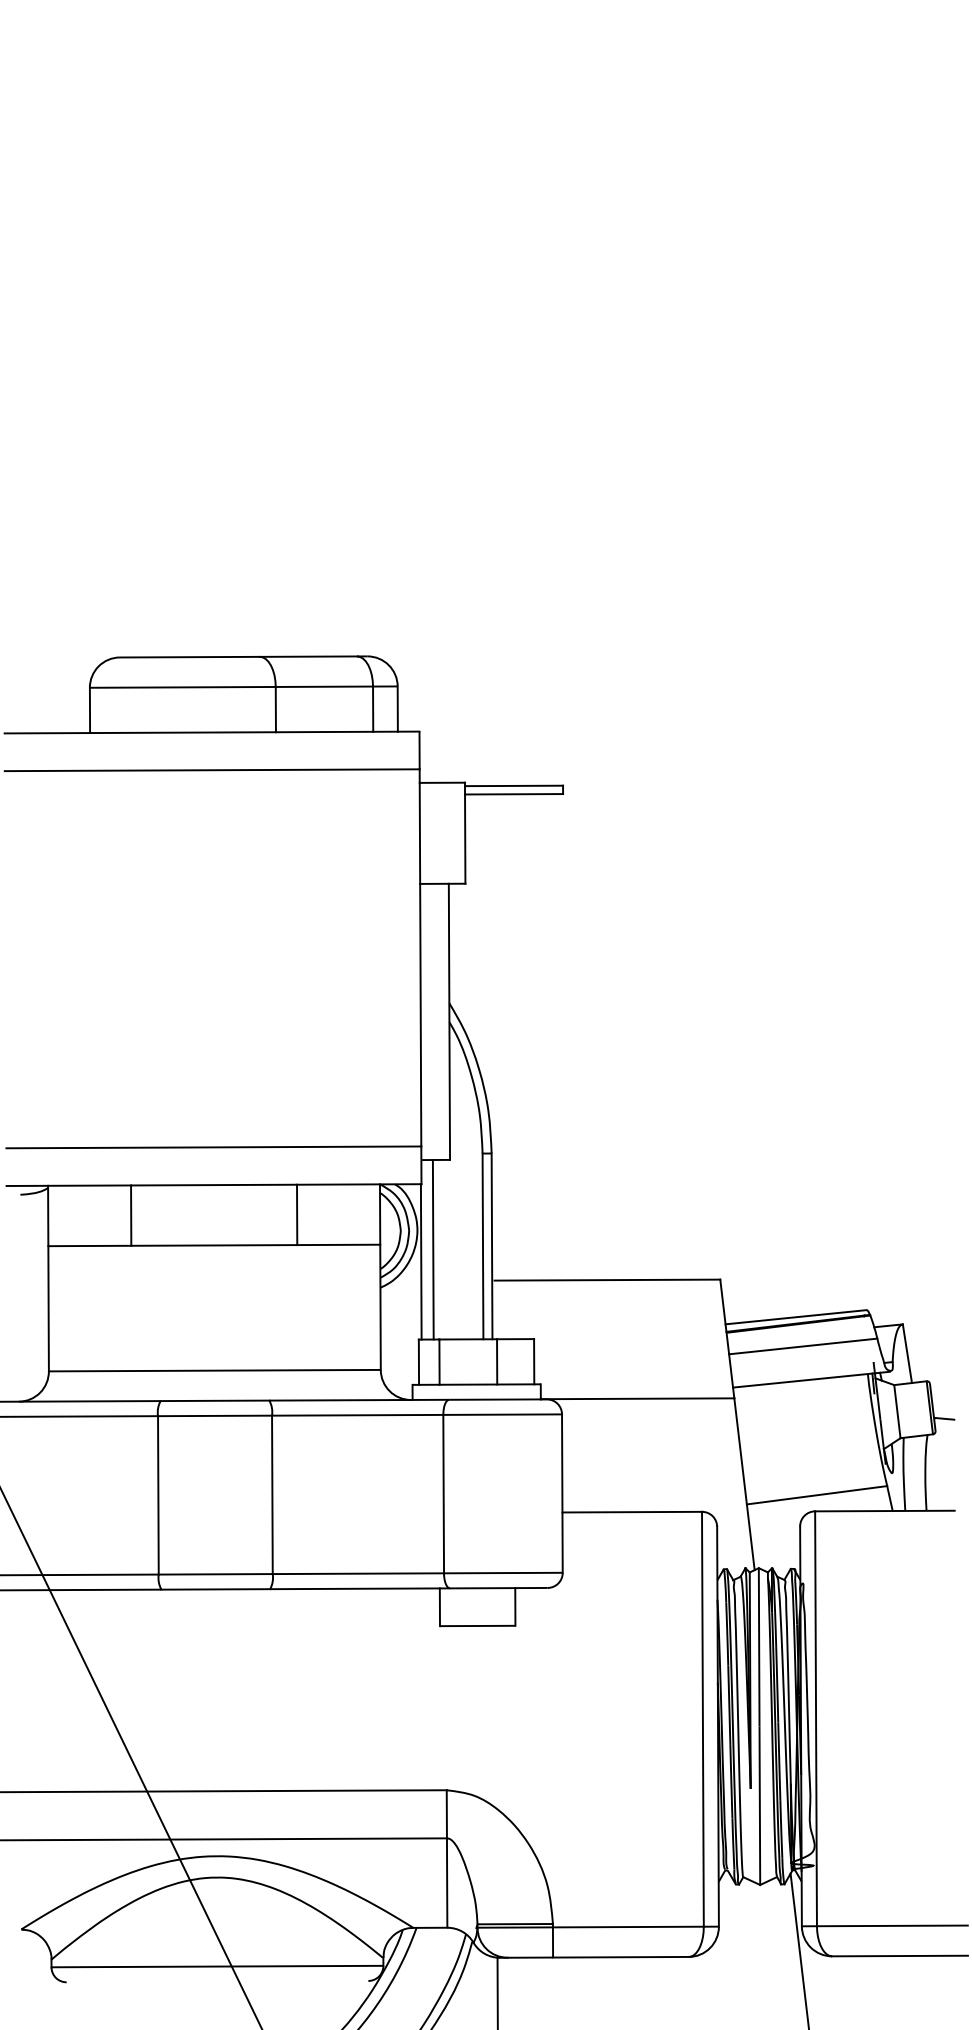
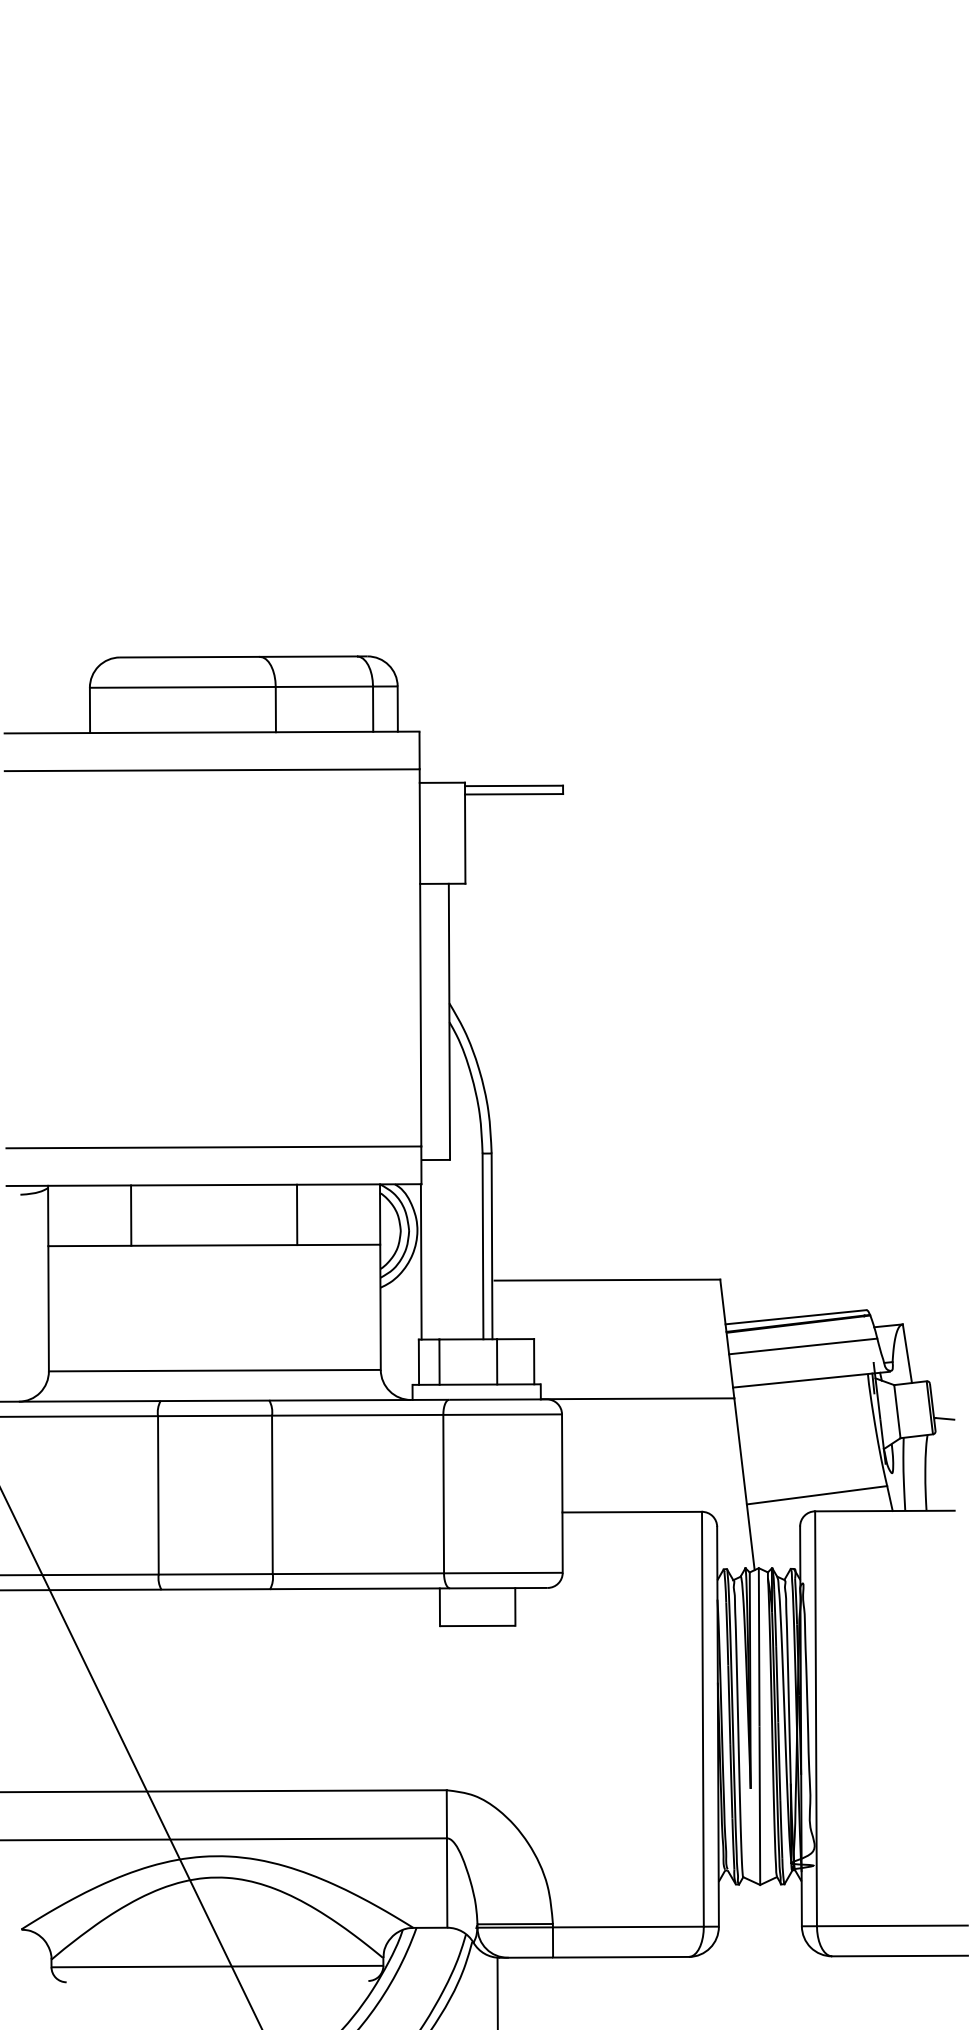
line at (432, 1249): present -> none
line at (799, 1949): present -> none
